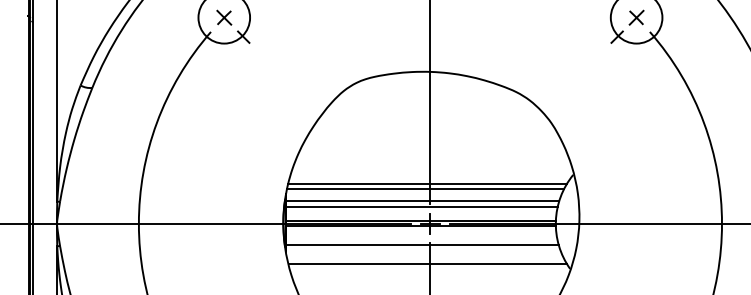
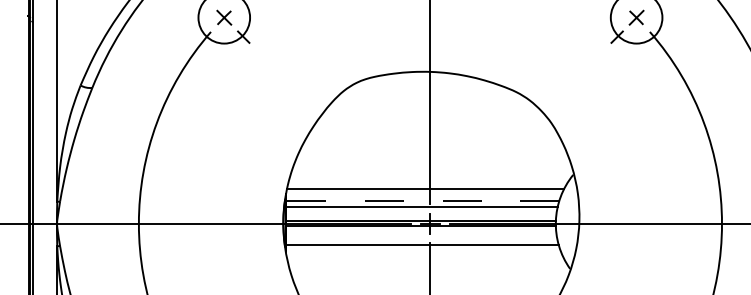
line at (427, 183): present -> none
line at (422, 200): solid -> dashed
line at (427, 264): present -> none
